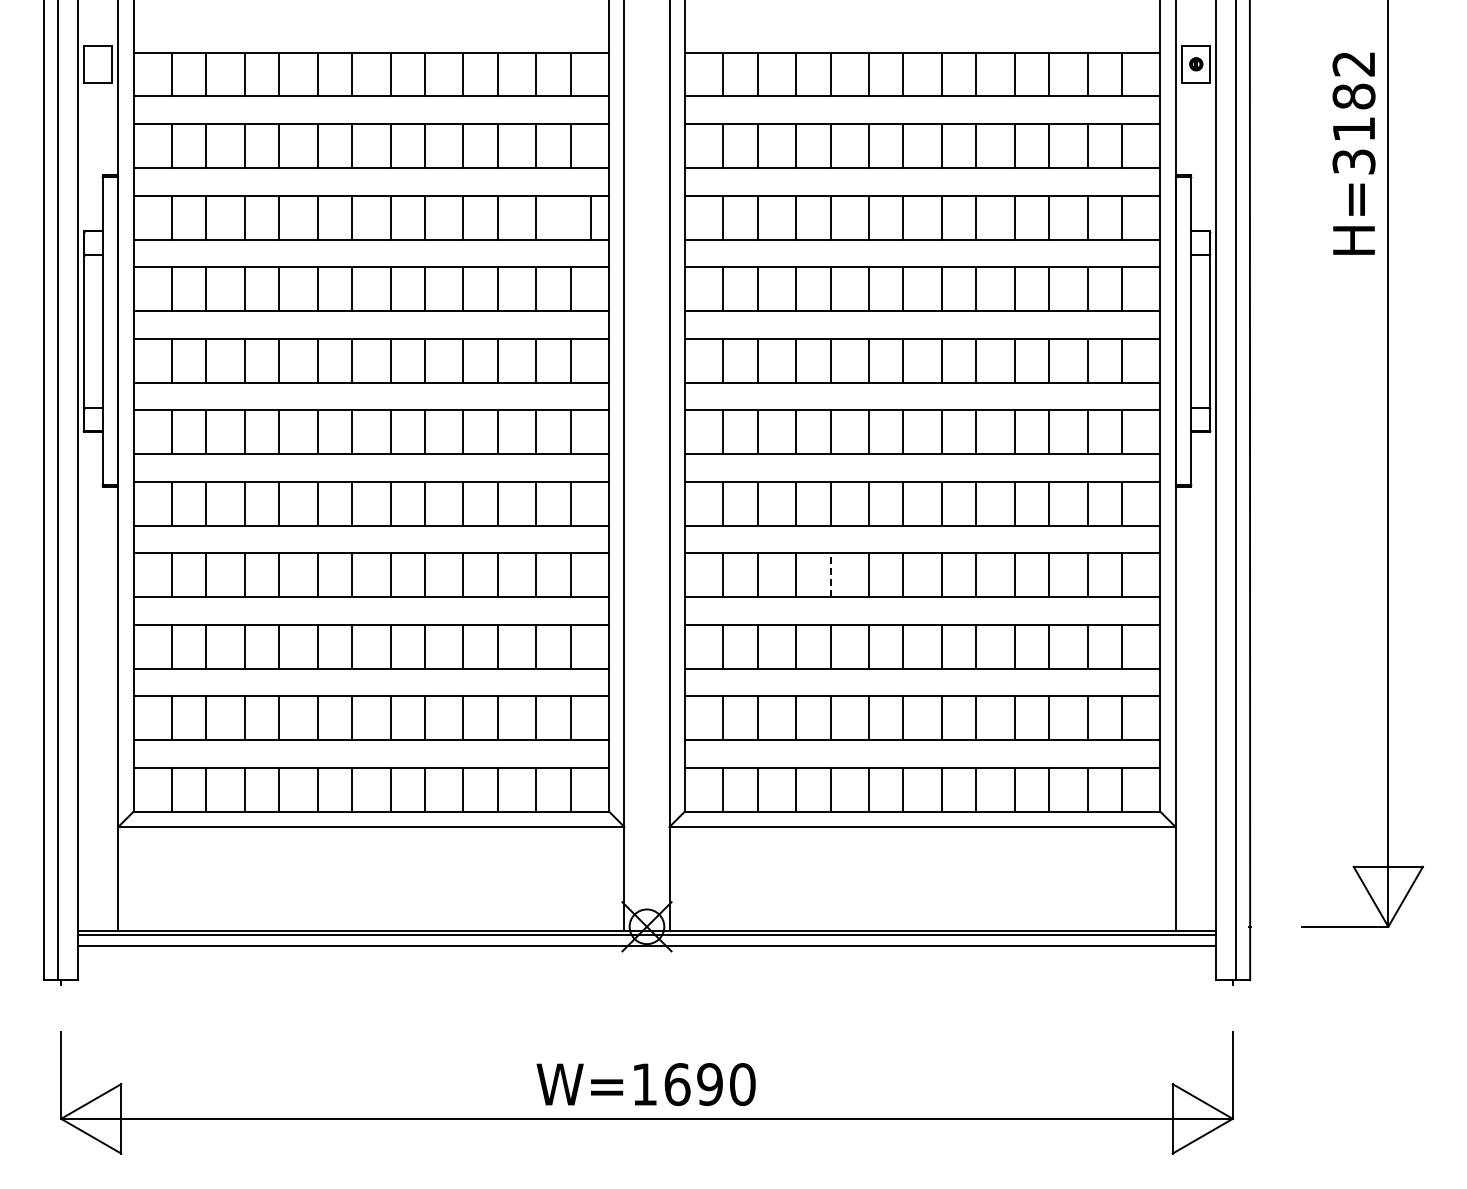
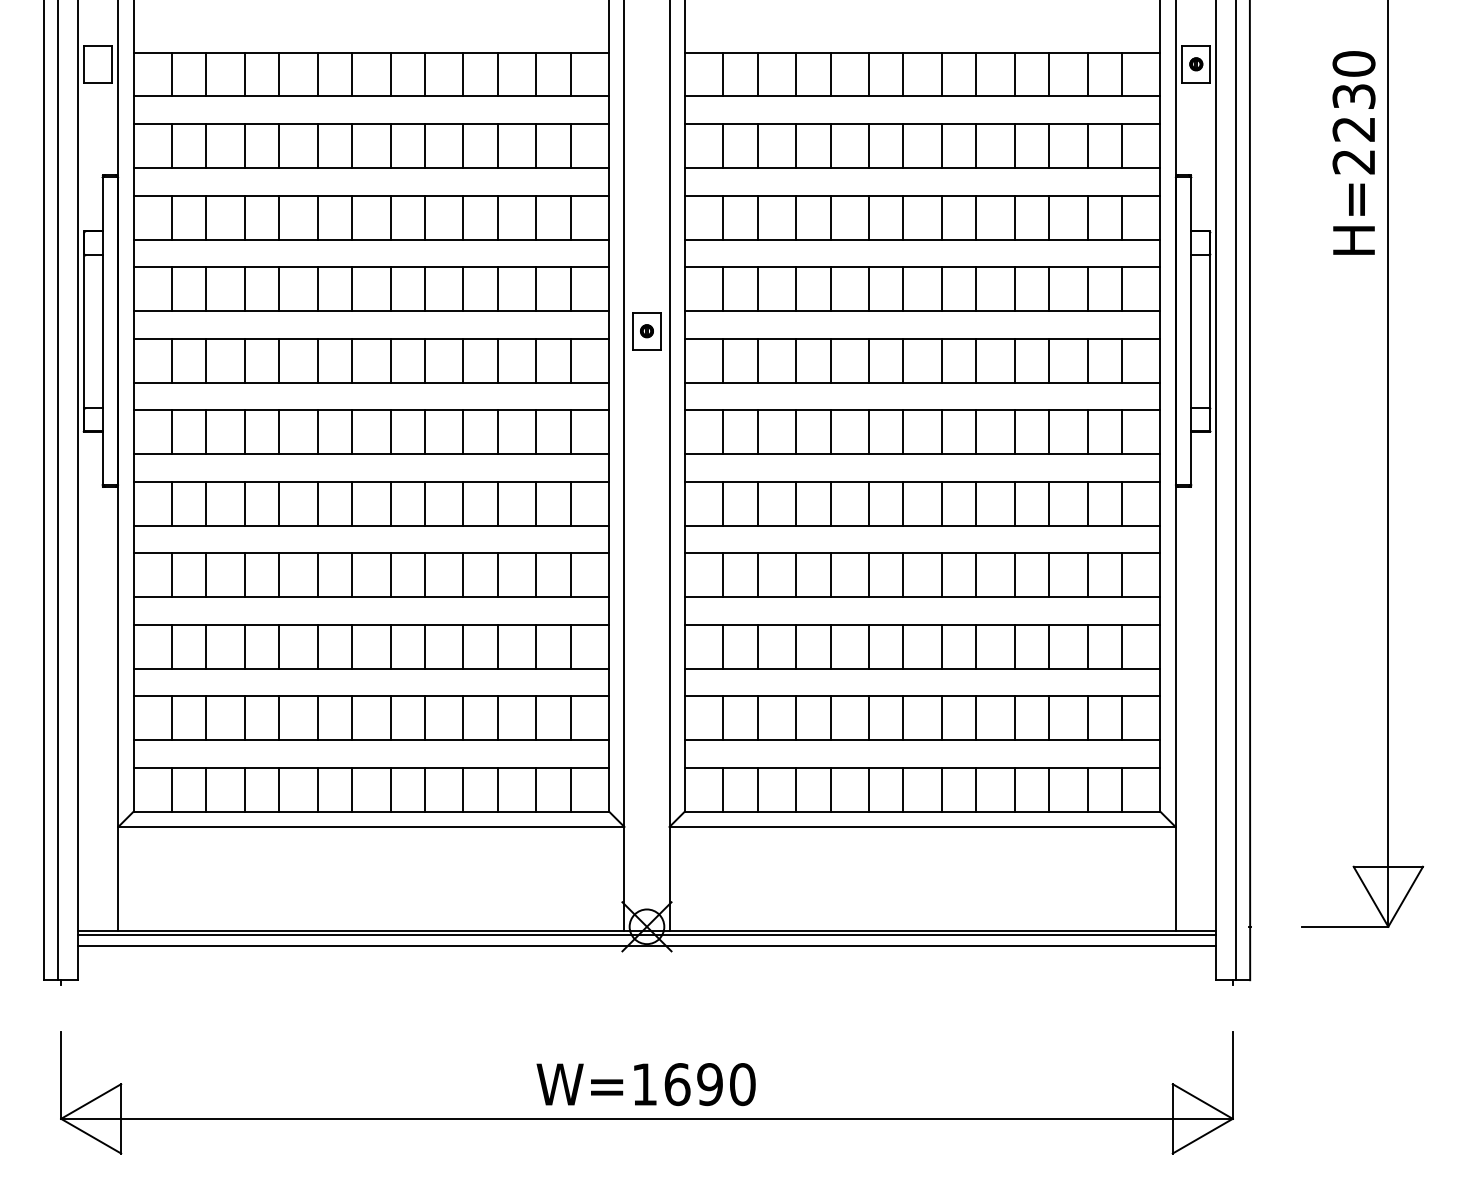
text at (1353, 112): H=3182 -> H=2230
line at (591, 217) position: (591, 217) -> (571, 217)
part at (646, 331): none -> present
line at (830, 575): dashed -> solid
